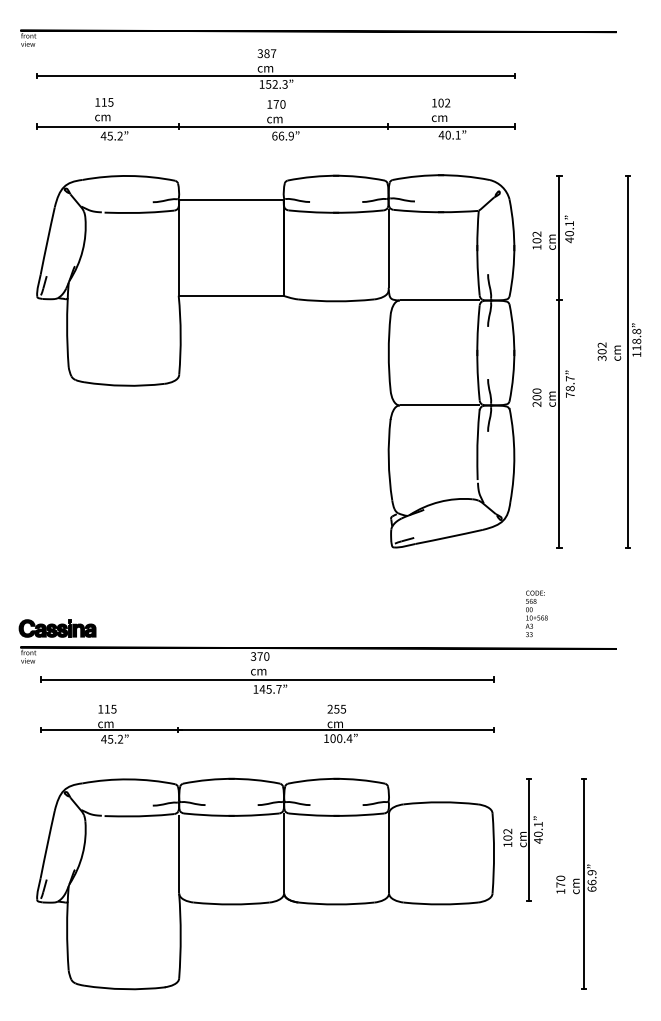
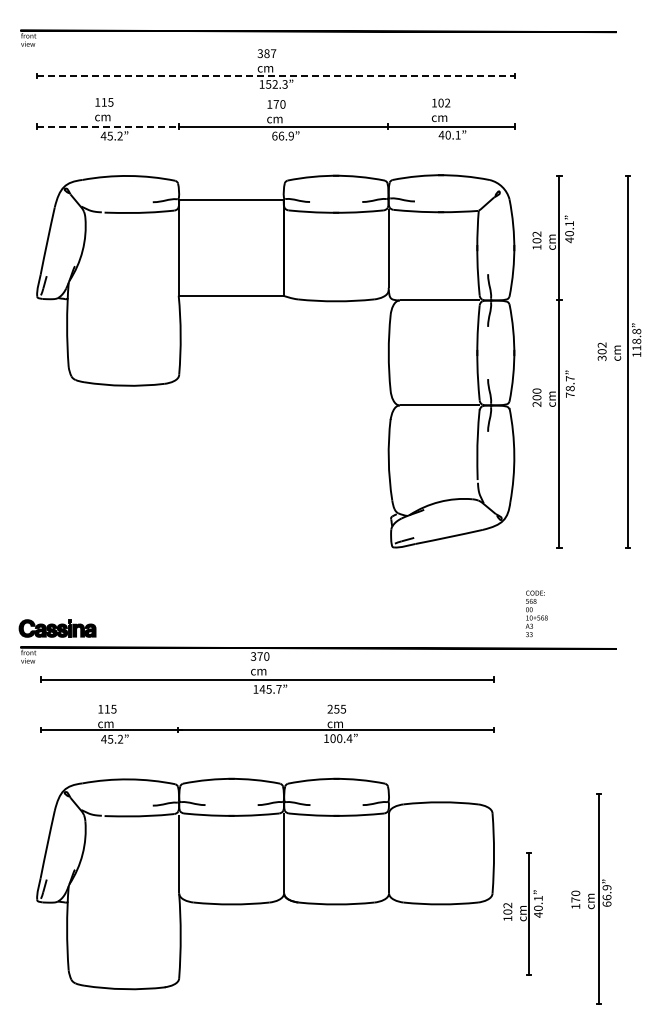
line at (275, 75): solid -> dashed
line at (107, 126): solid -> dashed
part at (522, 839) position: (522, 839) -> (522, 913)
part at (576, 883) position: (576, 883) -> (591, 898)
